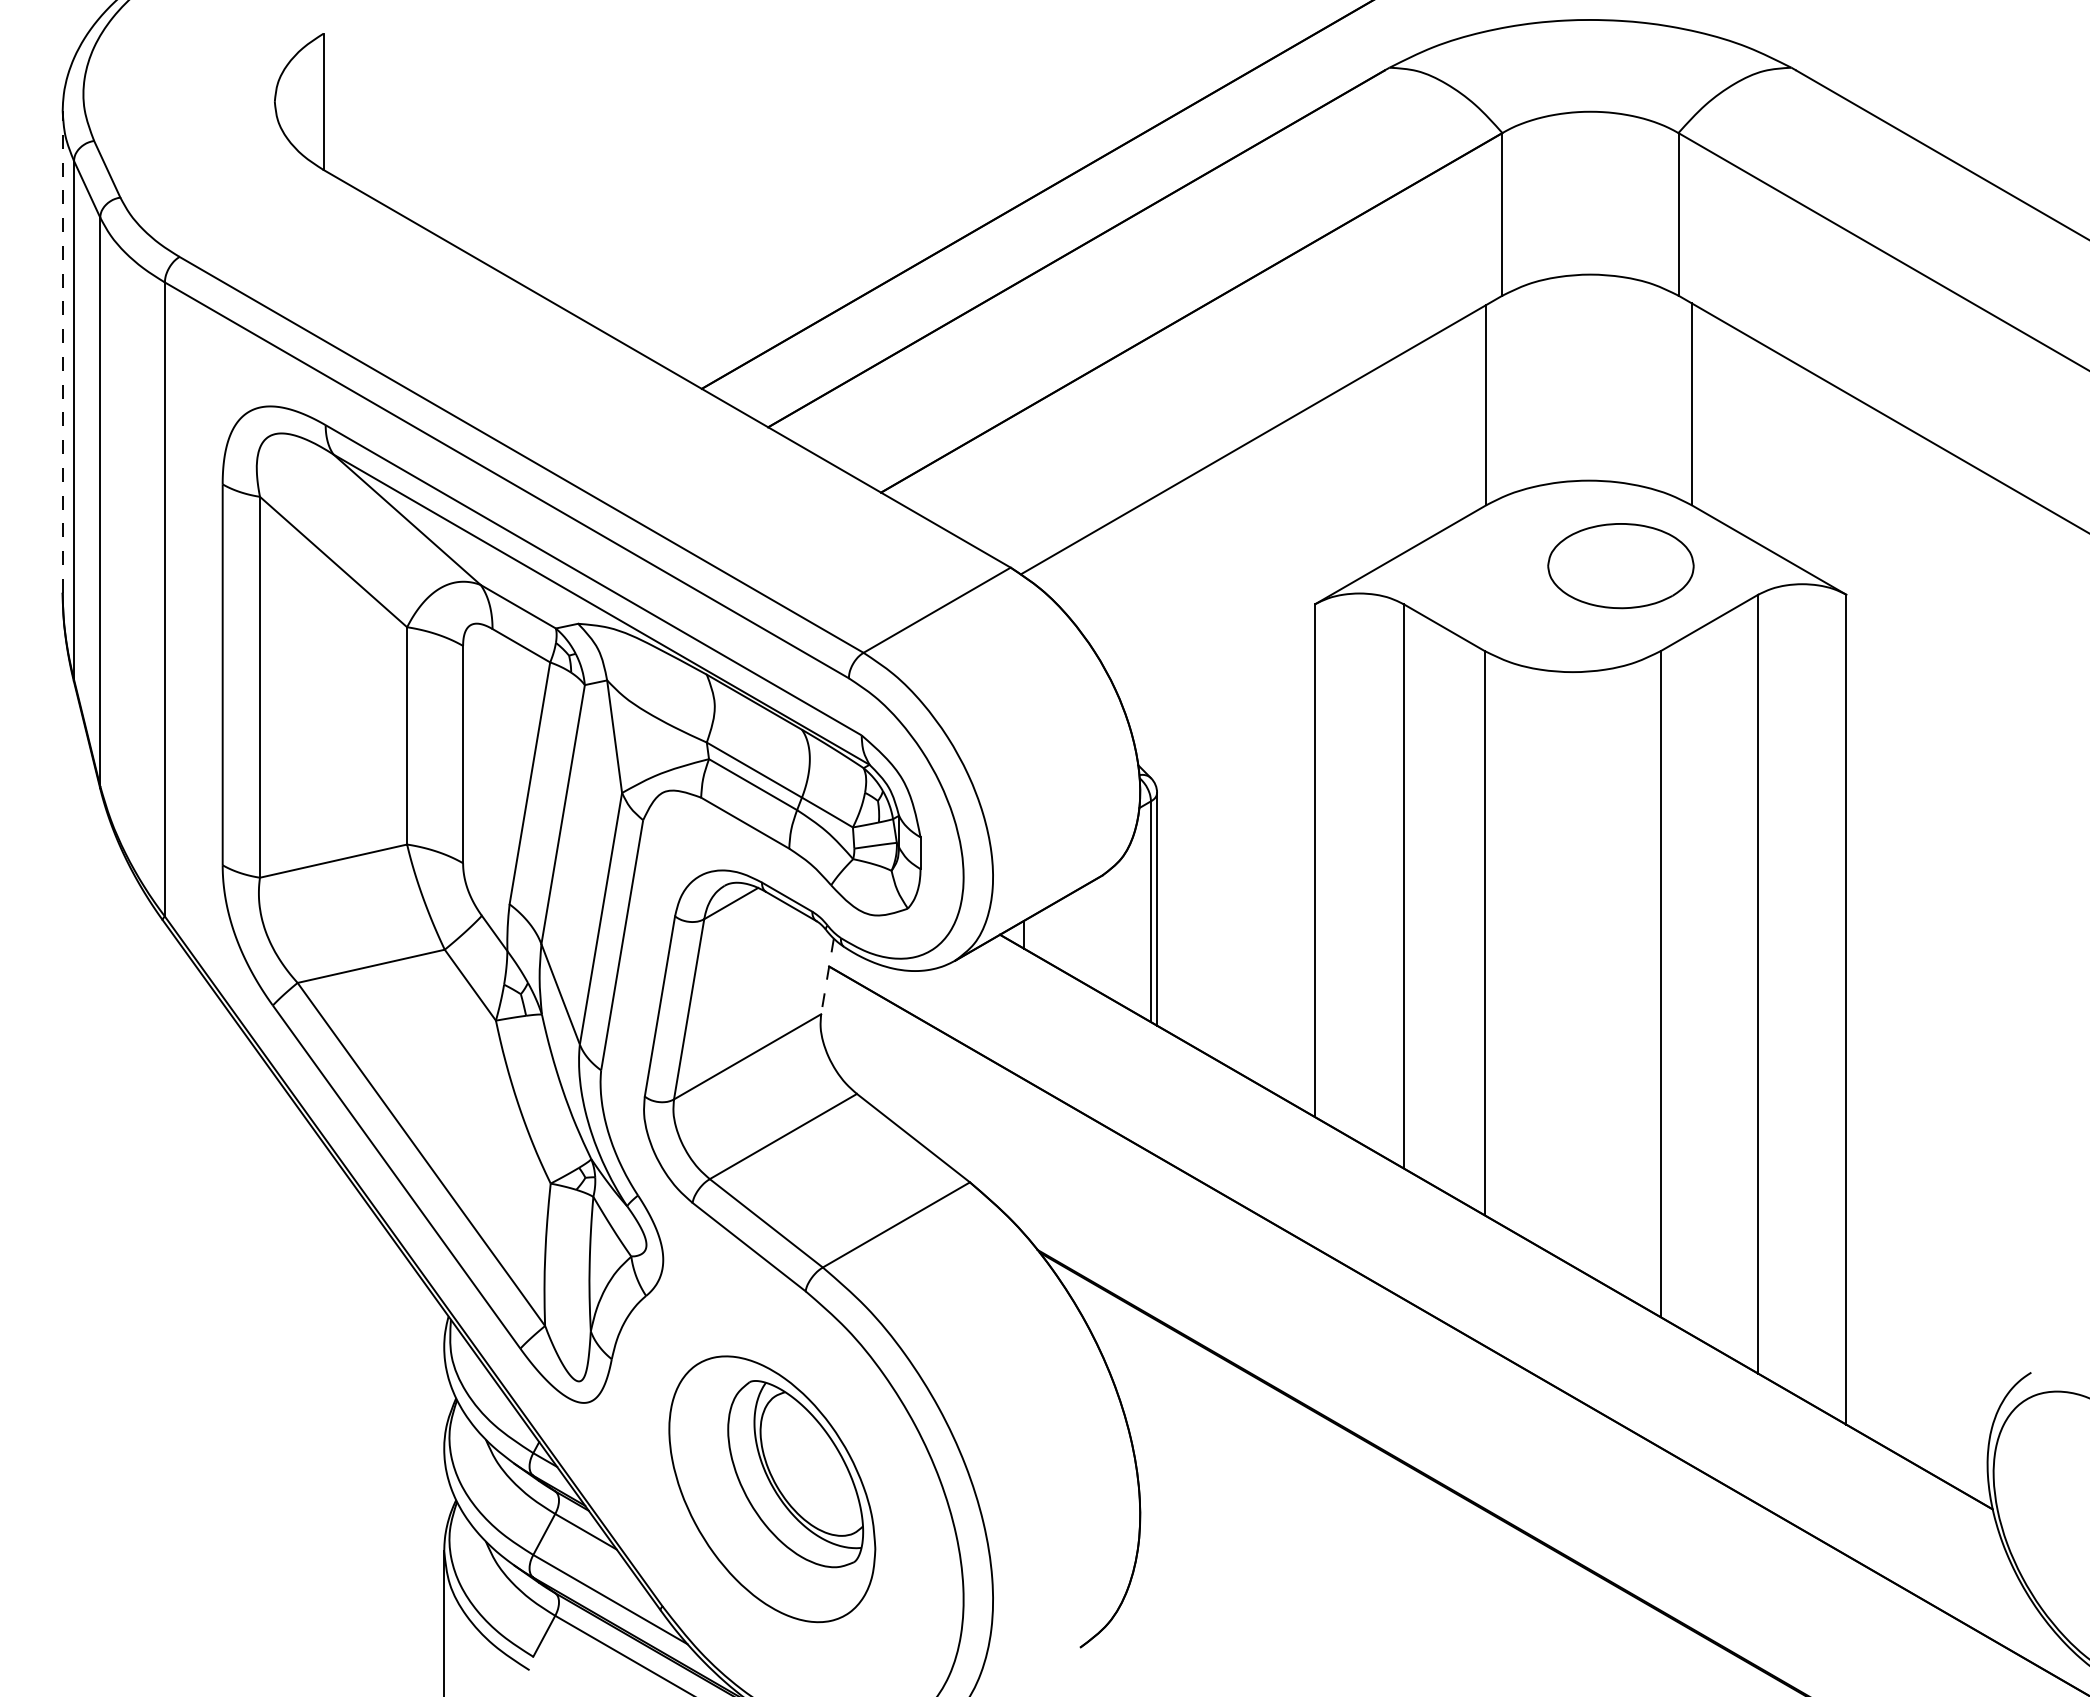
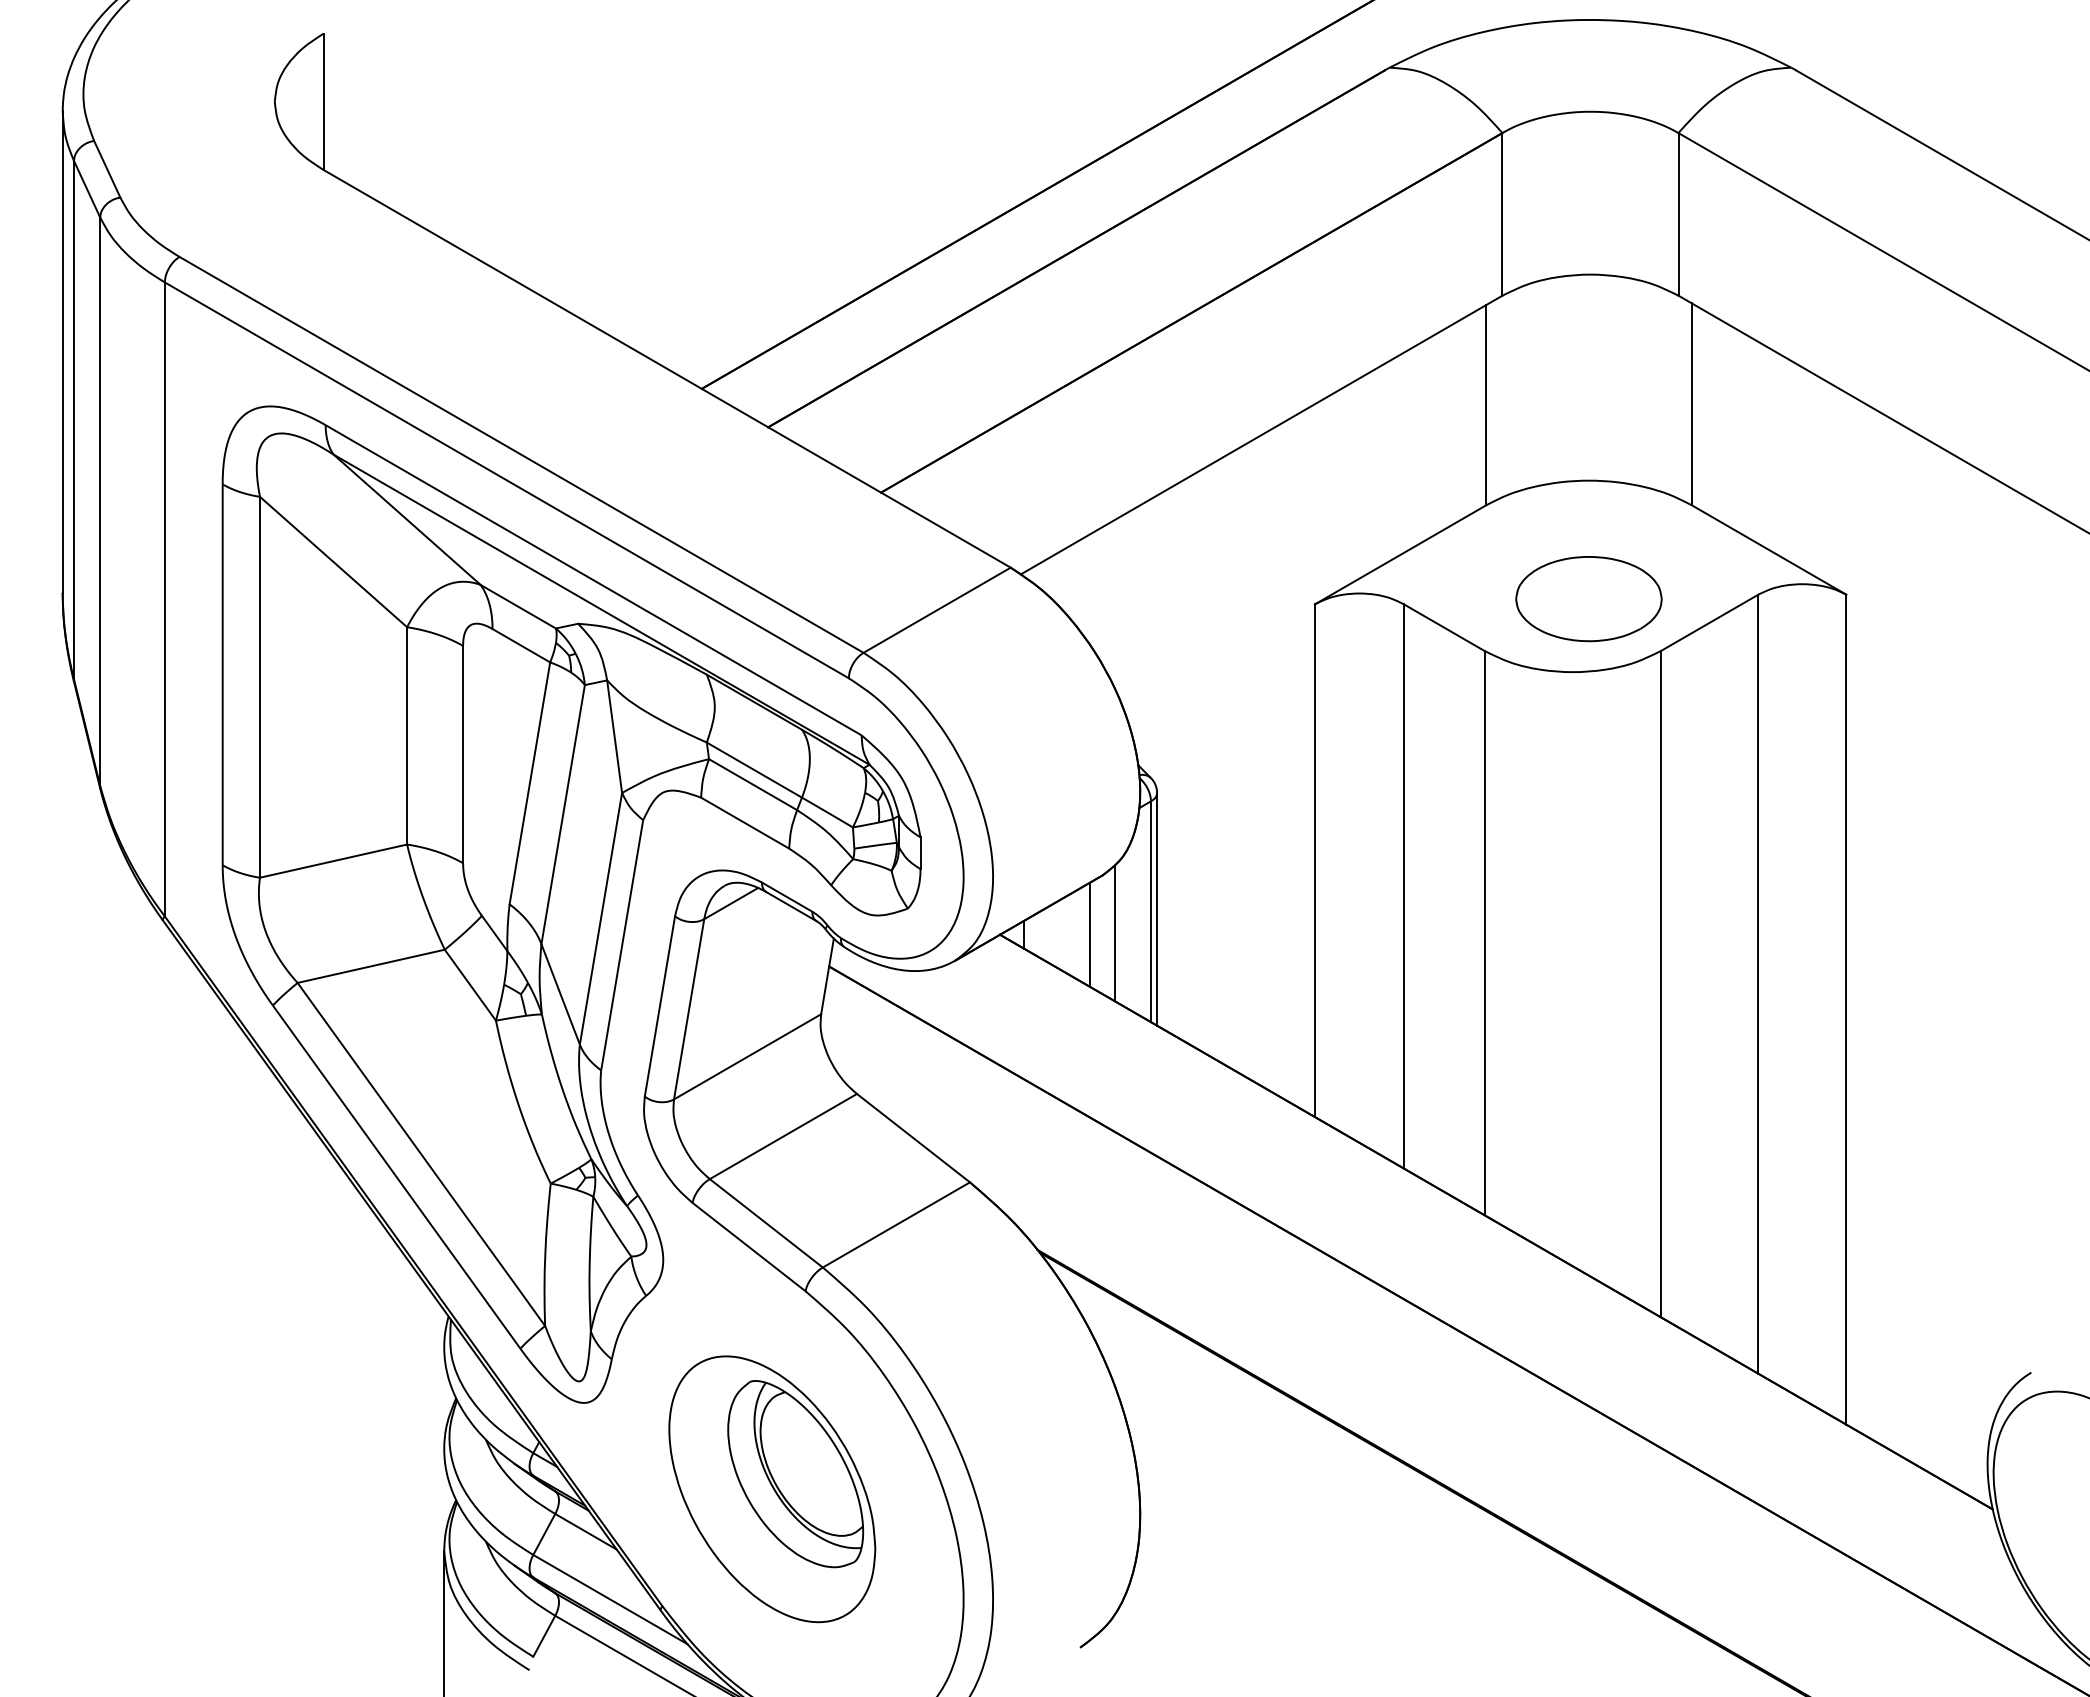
line at (62, 351): dashed -> solid
part at (1620, 566) position: (1620, 566) -> (1588, 599)
line at (1114, 933): none -> present
line at (1089, 934): none -> present
line at (827, 976): dashed -> solid
